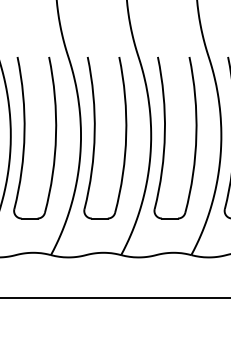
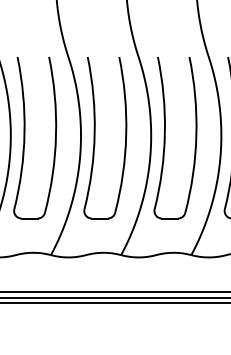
line at (114, 291): none -> present
line at (114, 303): none -> present
